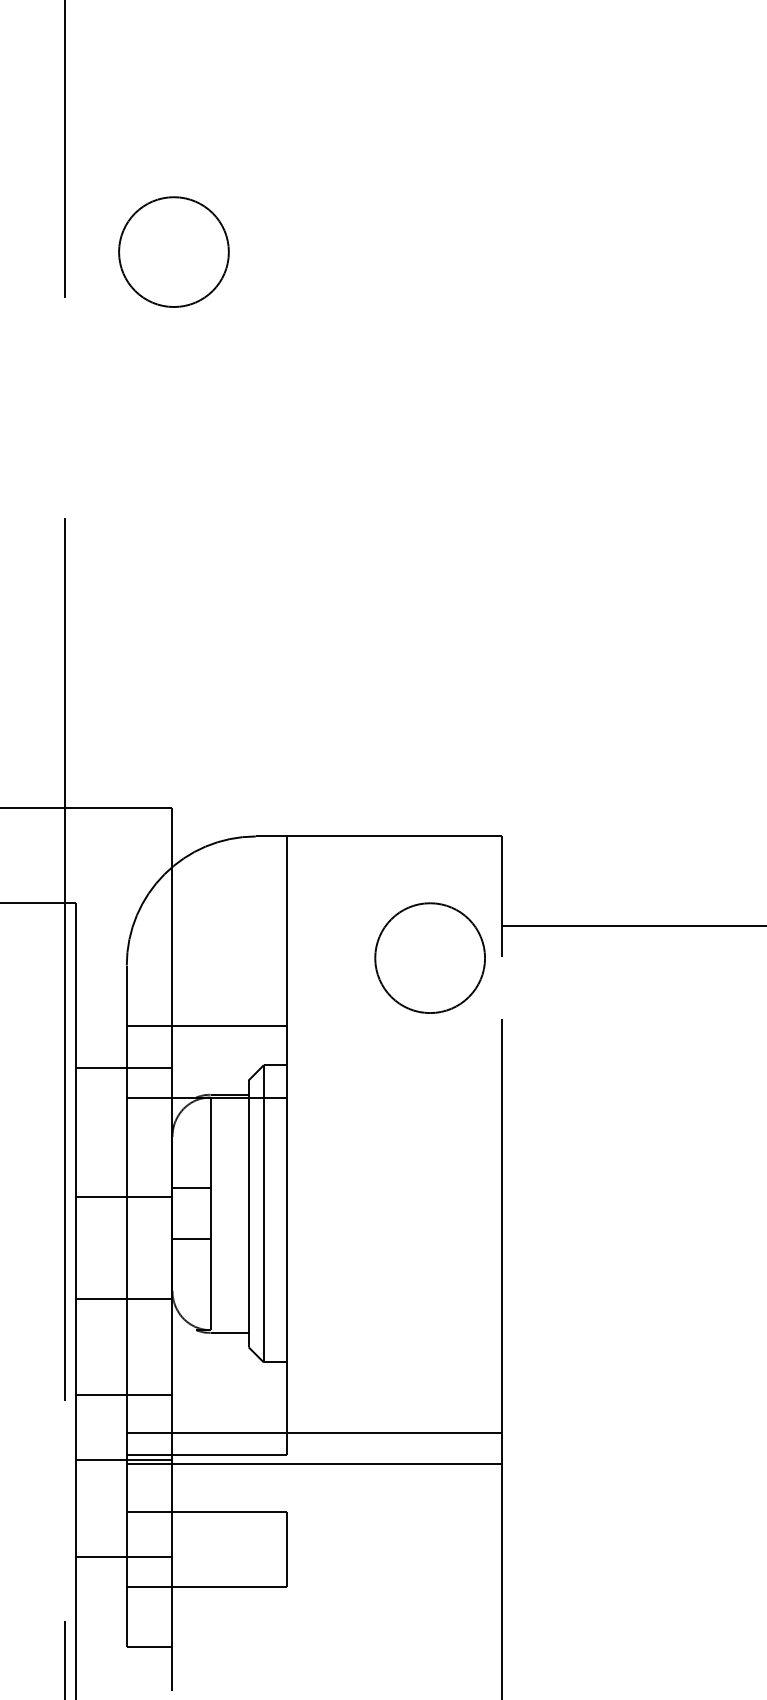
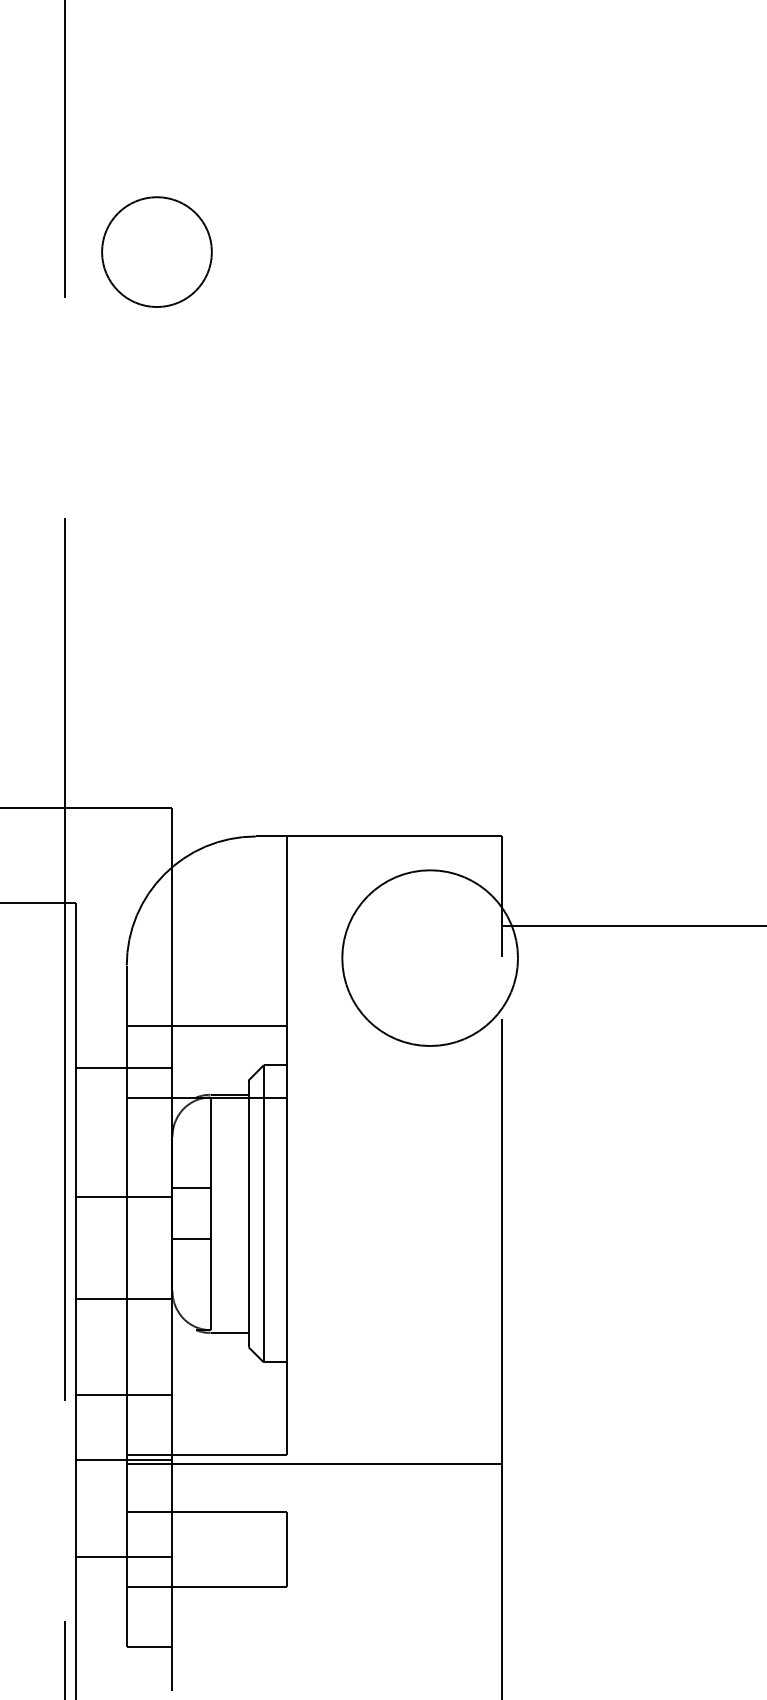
circle at (173, 251) position: (173, 251) -> (156, 251)
circle at (430, 958) diameter: 110 px -> 176 px
line at (313, 1433): present -> none
